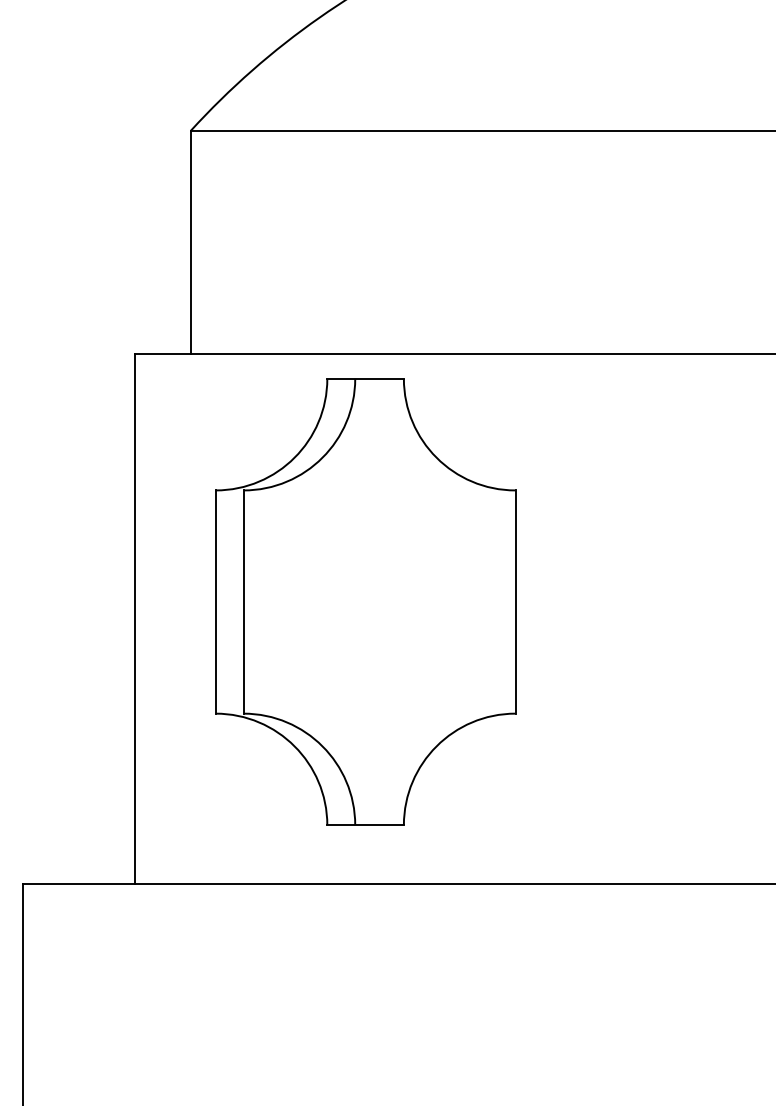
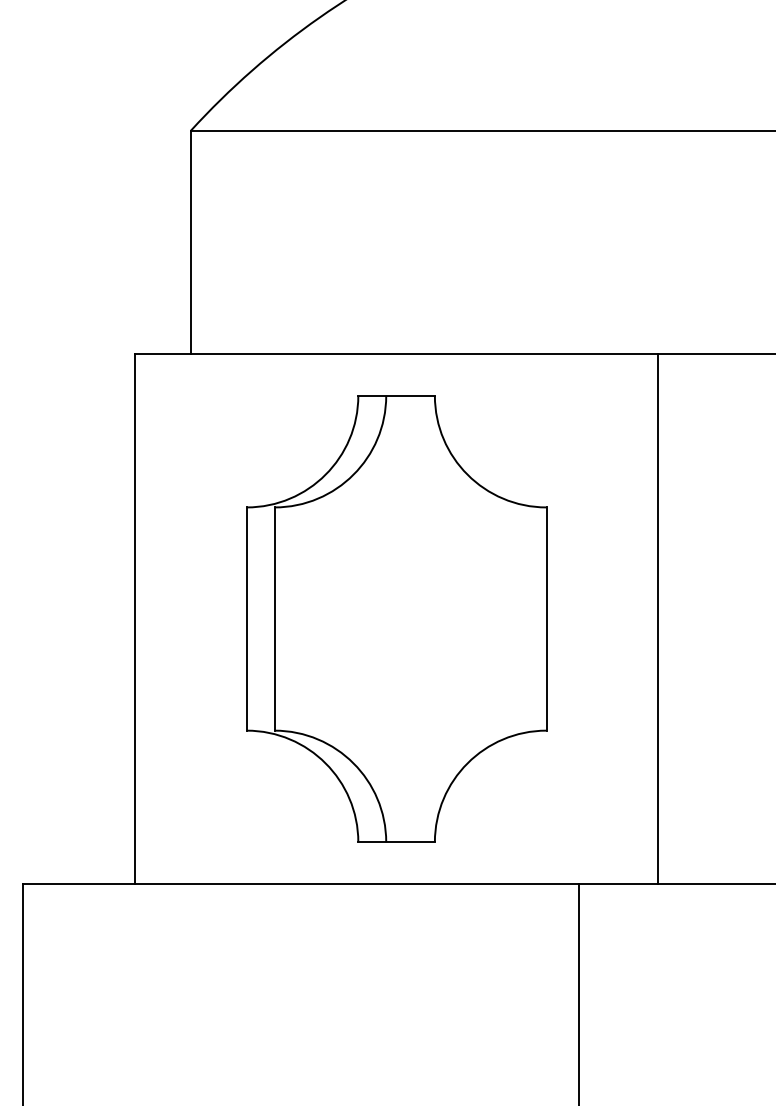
part at (365, 601) position: (365, 601) -> (396, 618)
line at (658, 618): none -> present
line at (579, 993): none -> present
